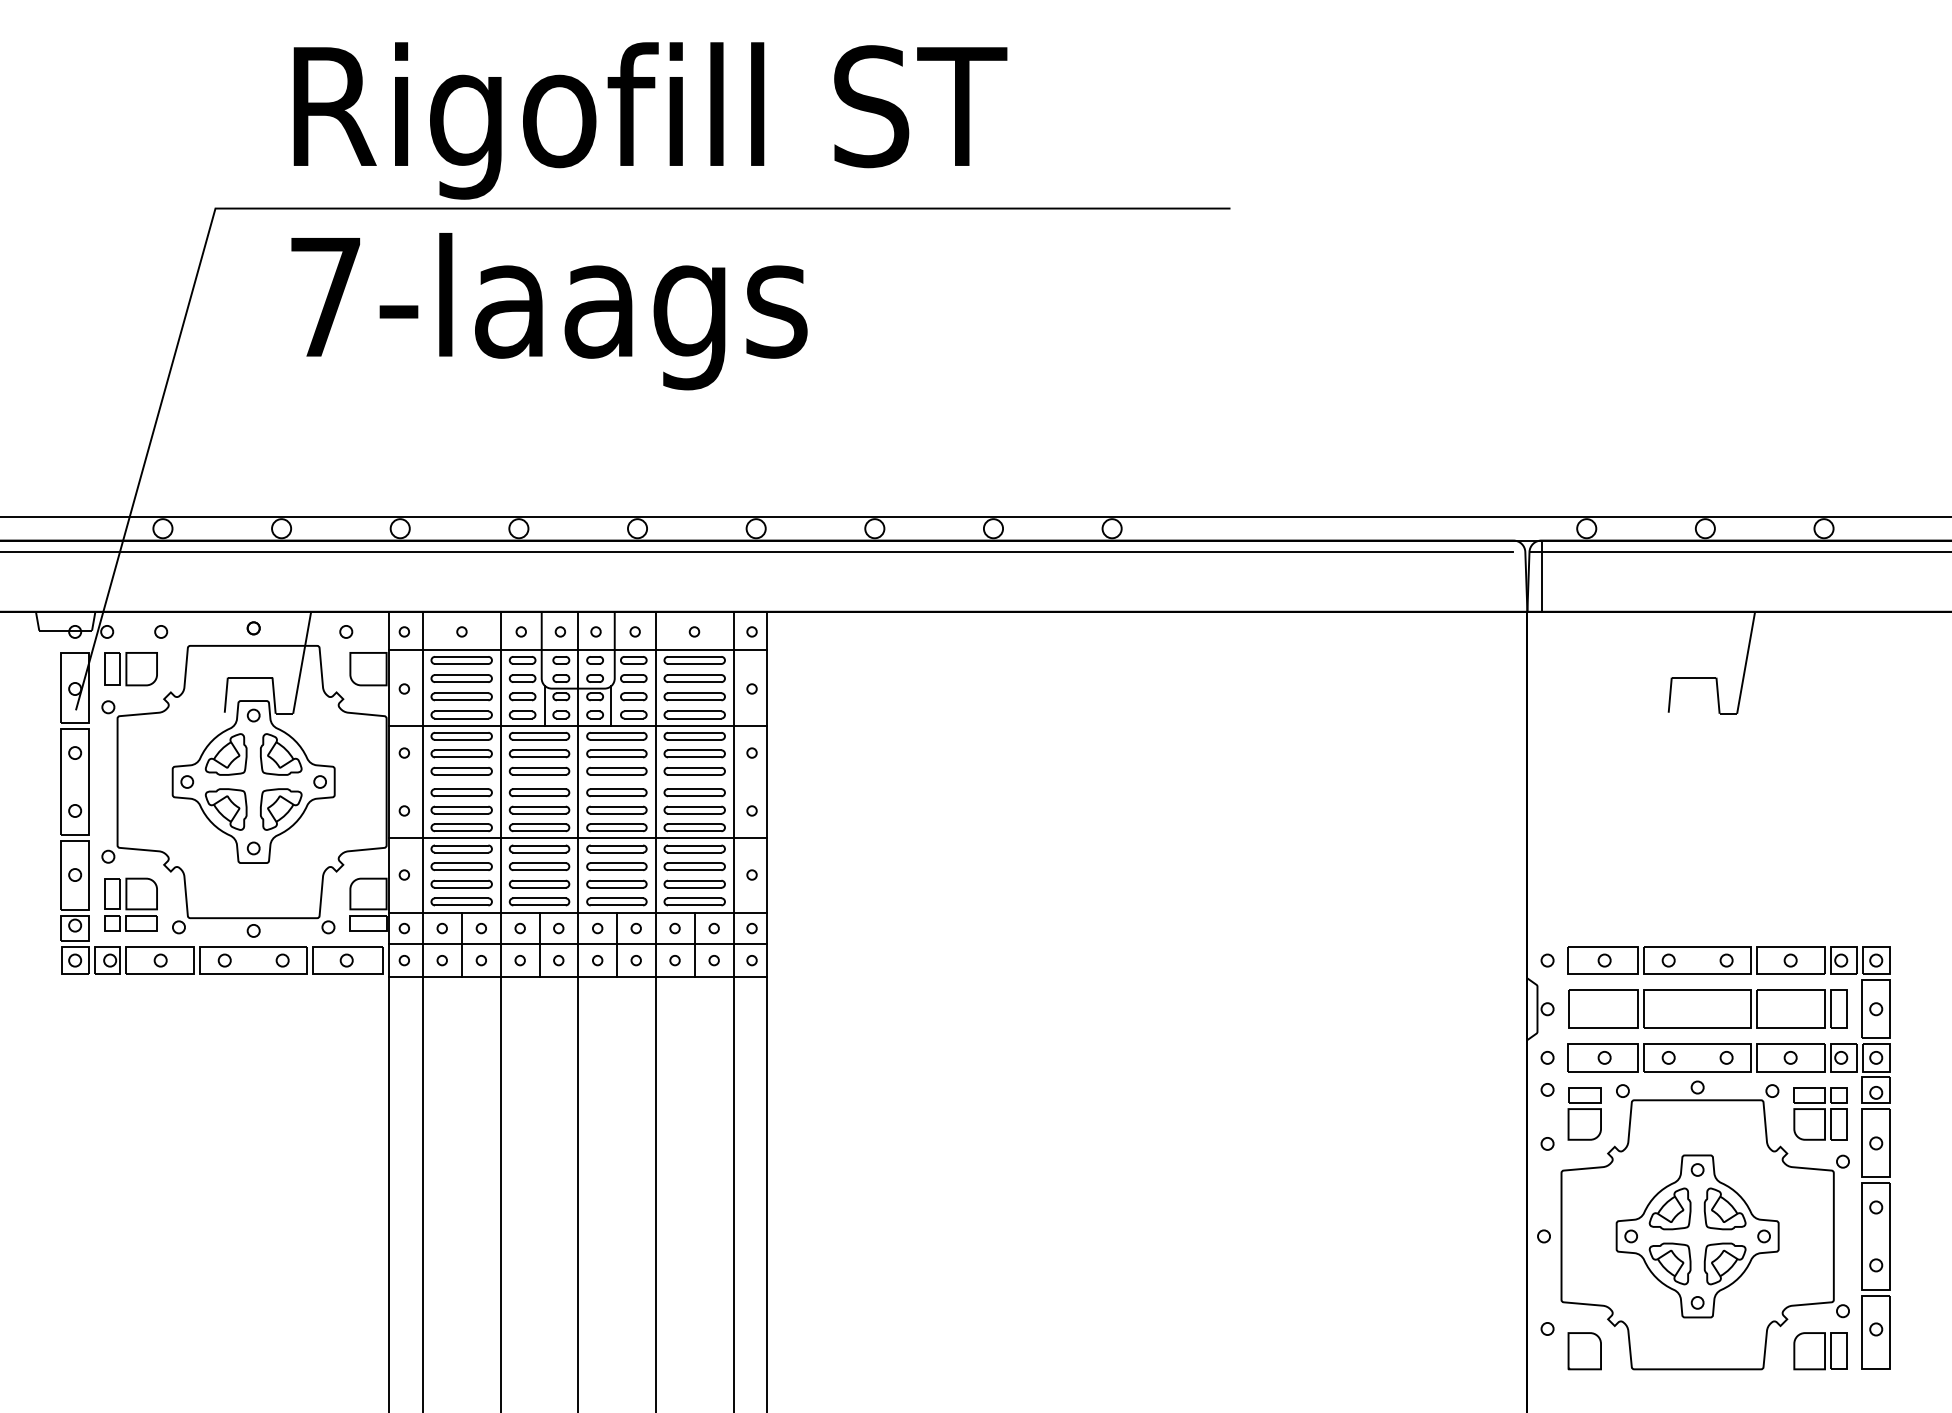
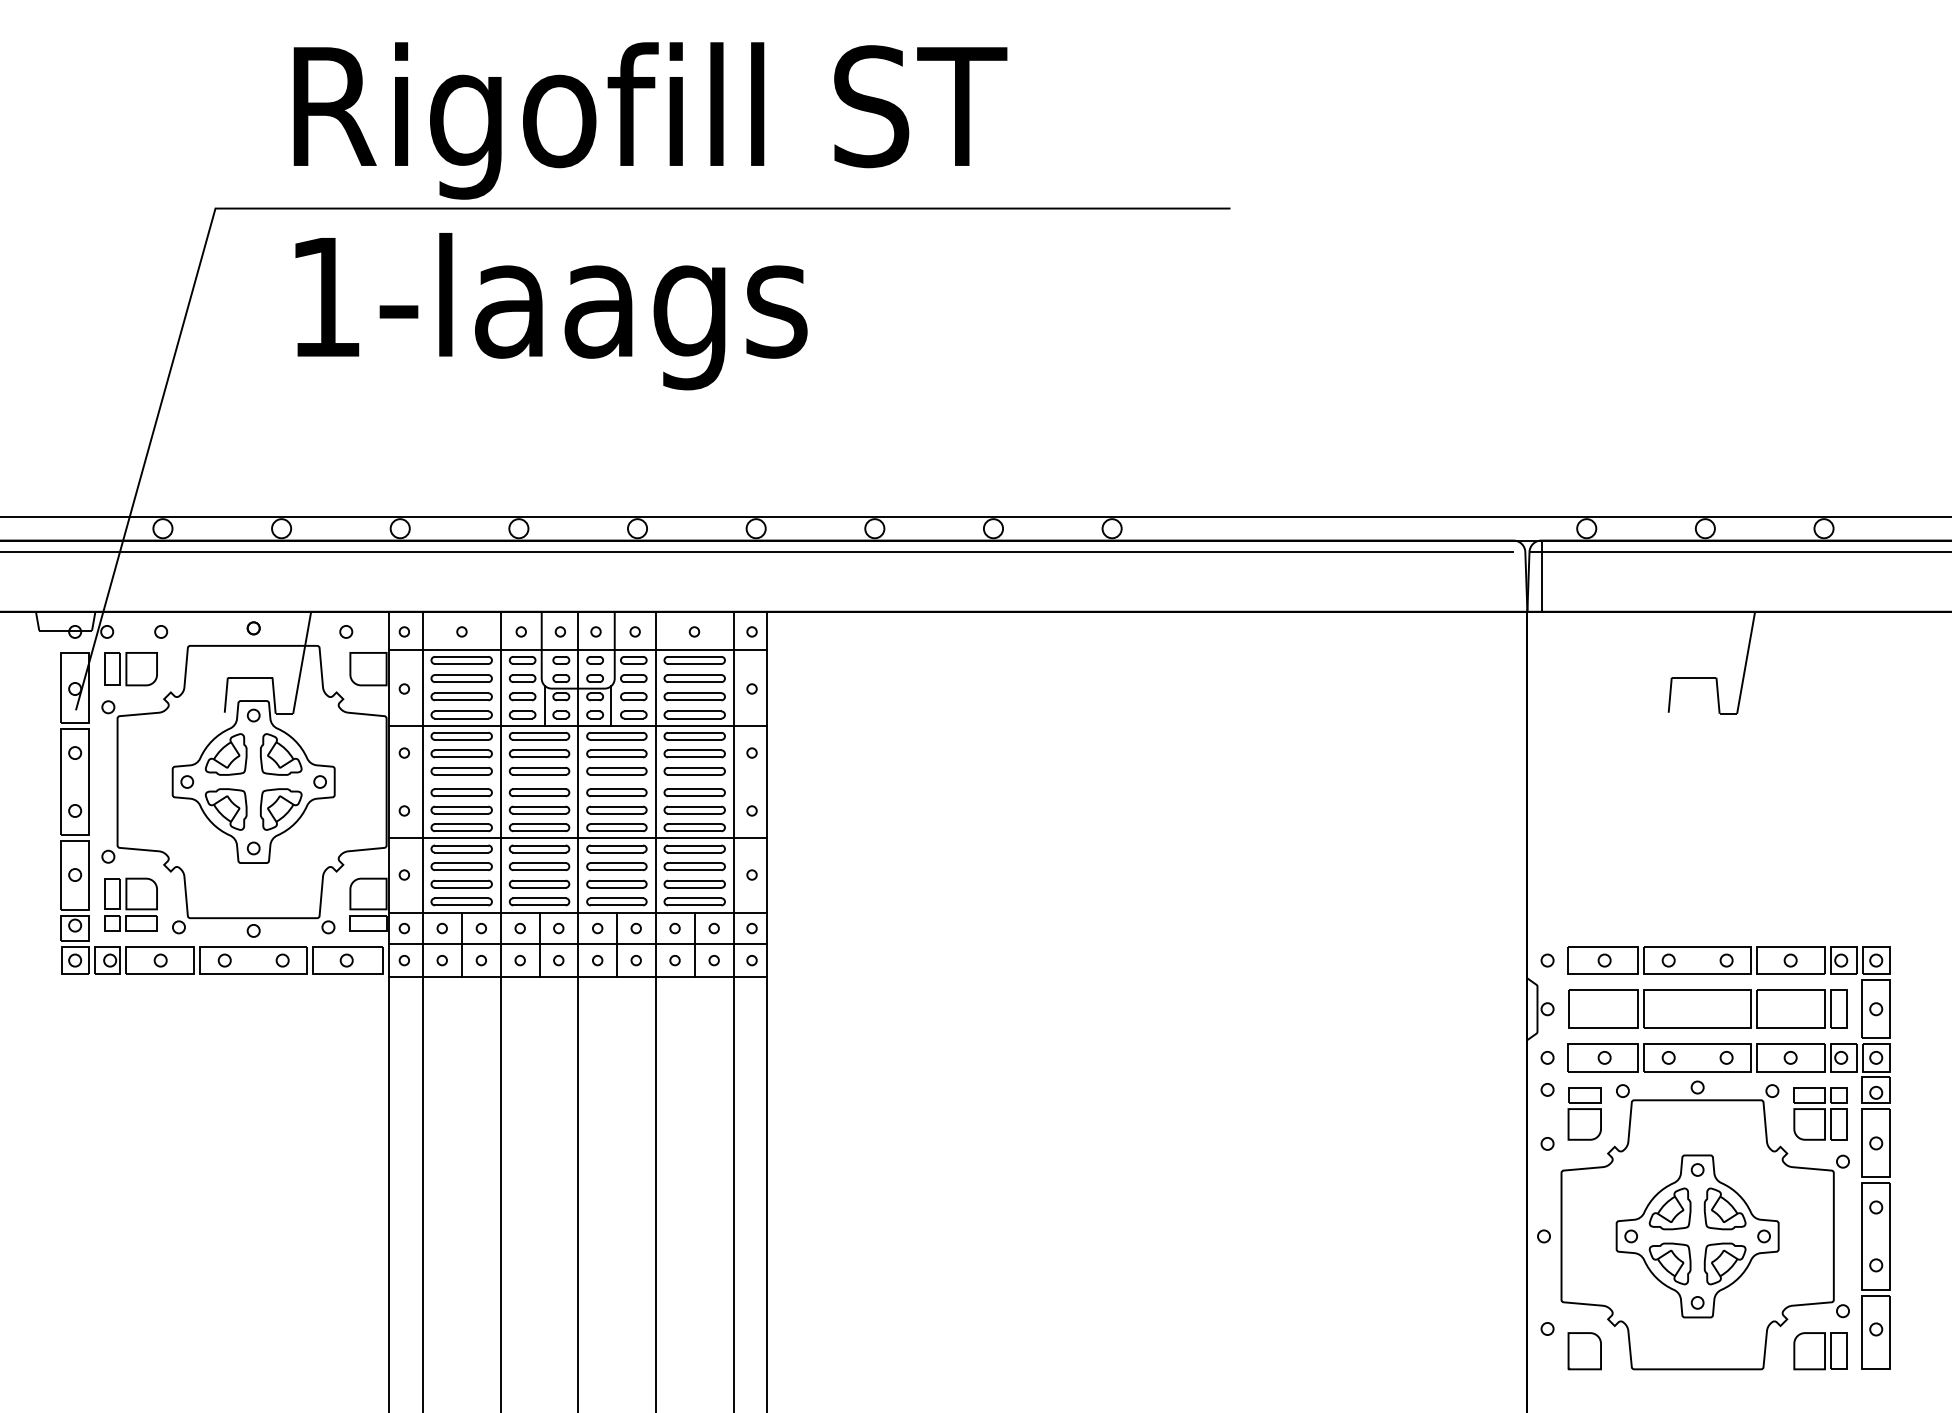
text at (325, 297): 7-laags -> 1-laags
